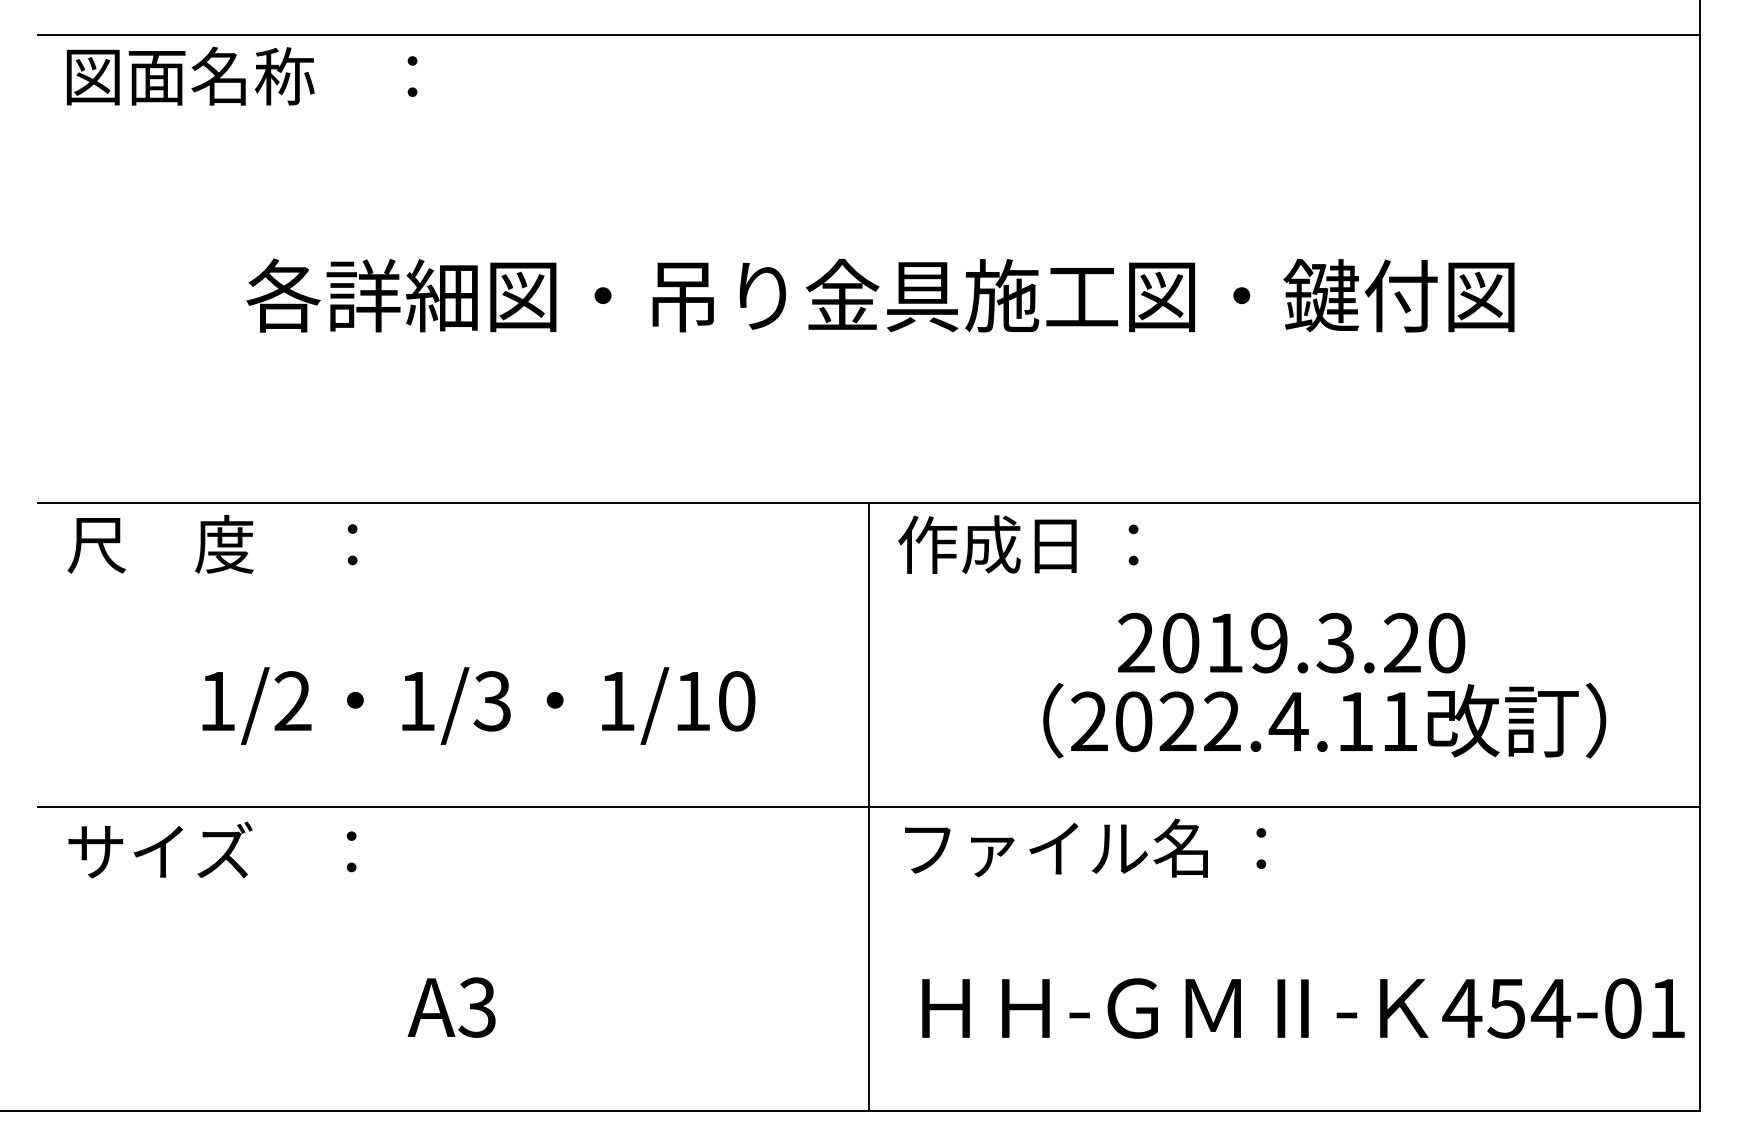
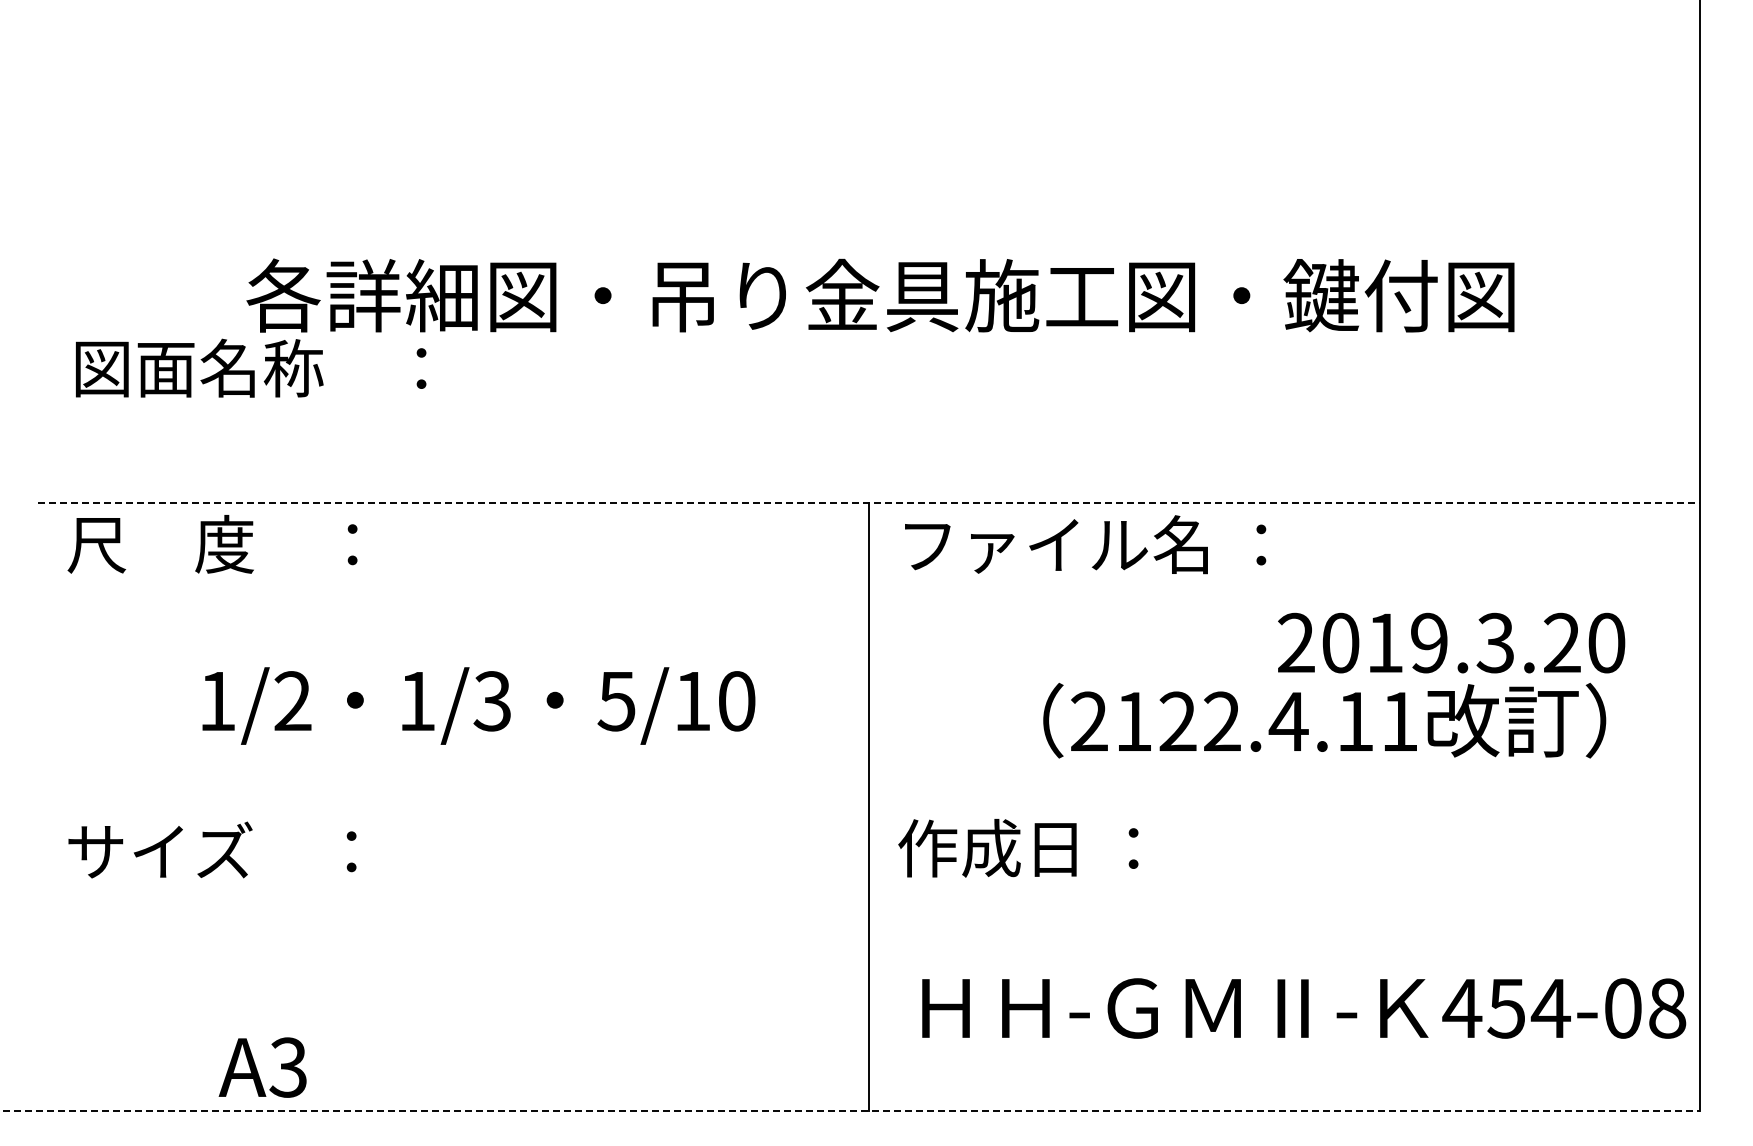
line at (869, 34): present -> none
text at (242, 75) position: (242, 75) -> (251, 367)
line at (869, 502): solid -> dashed
text at (1082, 544): 作成日 ： -> ファイル名 ：
text at (1291, 642) position: (1291, 642) -> (1451, 642)
text at (616, 701): 1/10 -> 5/10
text at (1134, 721): 2022.4.11 -> 2122.4.11
line at (869, 807): present -> none
text at (1082, 847): ファイル名 ： -> 作成日 ：
text at (451, 1007) position: (451, 1007) -> (262, 1067)
text at (1667, 1008): 454-01 -> 454-08
line at (851, 1111): solid -> dashed
